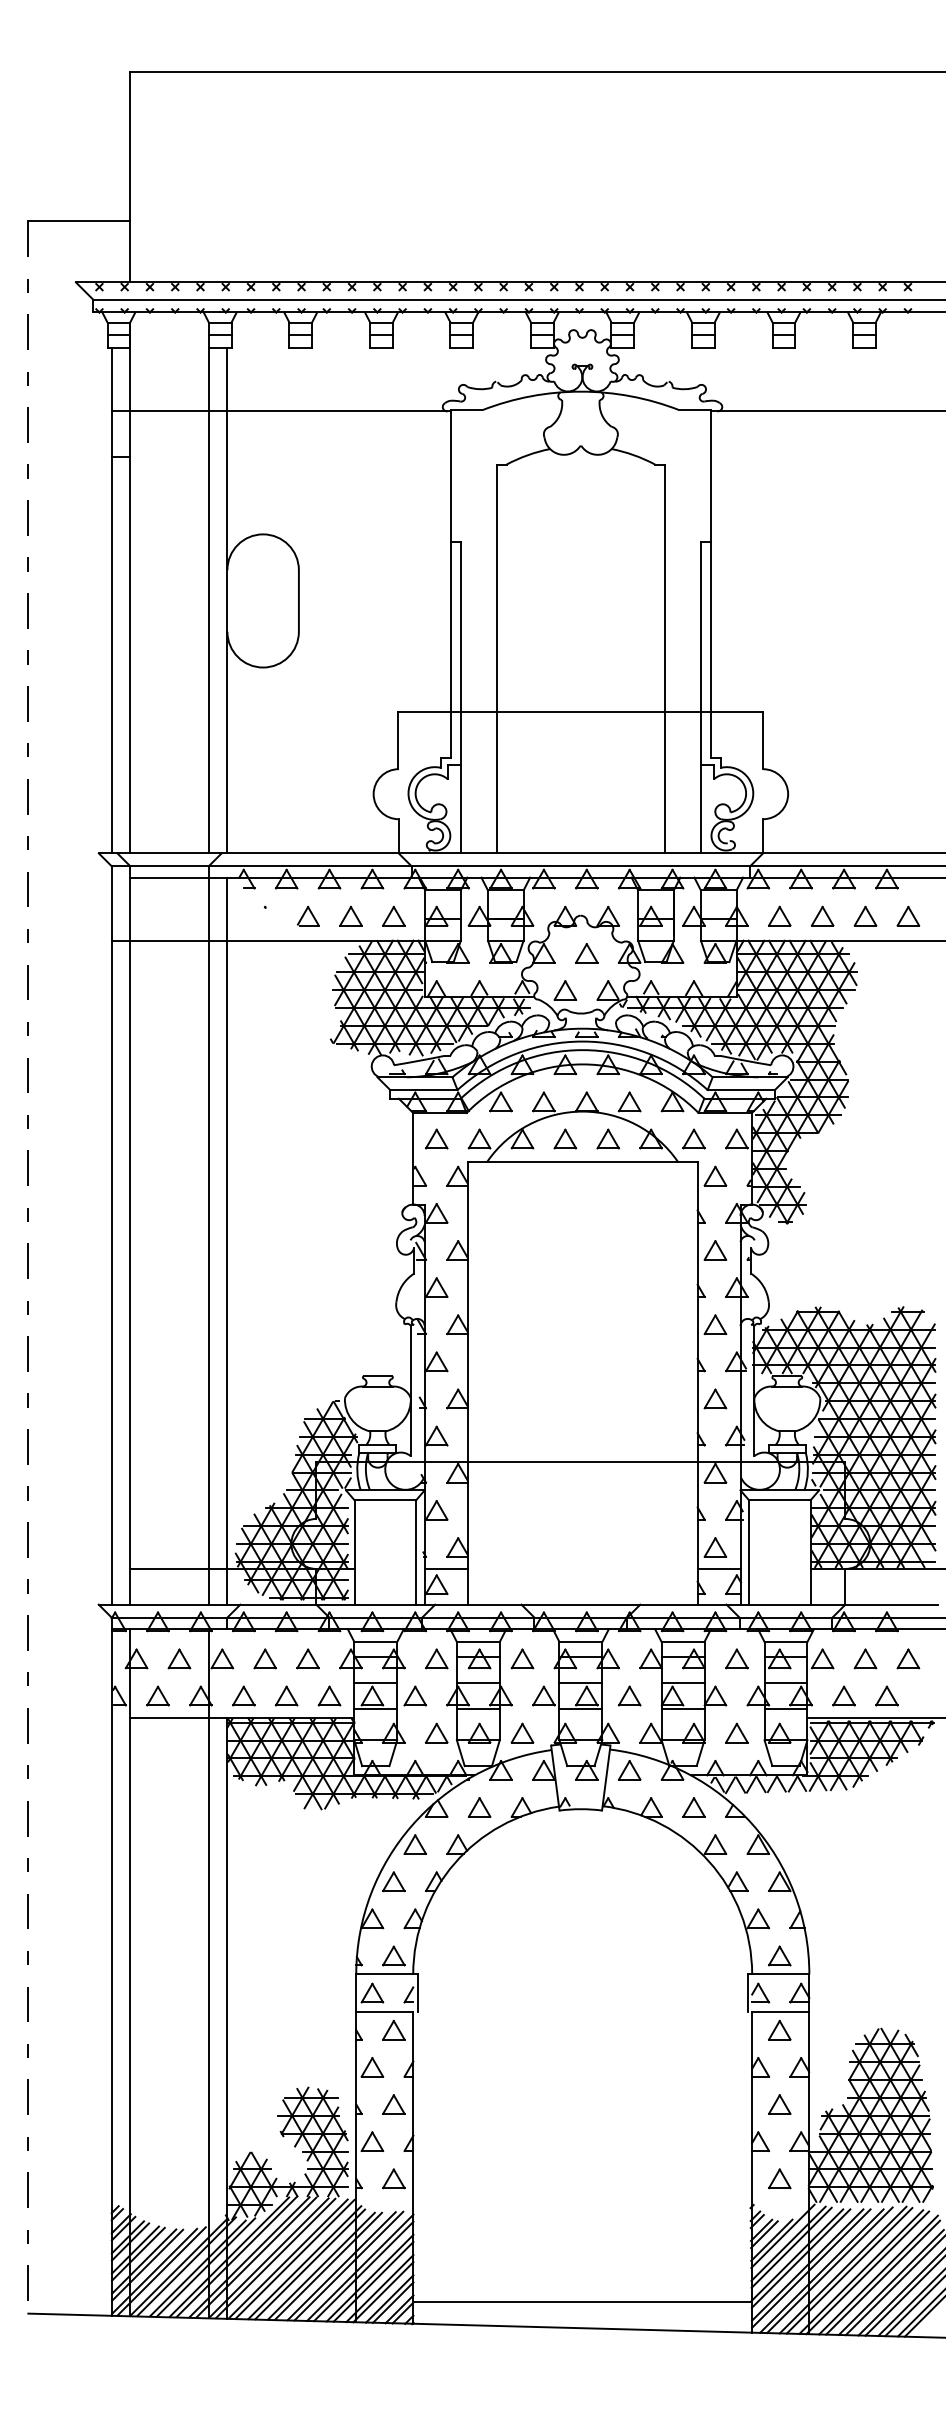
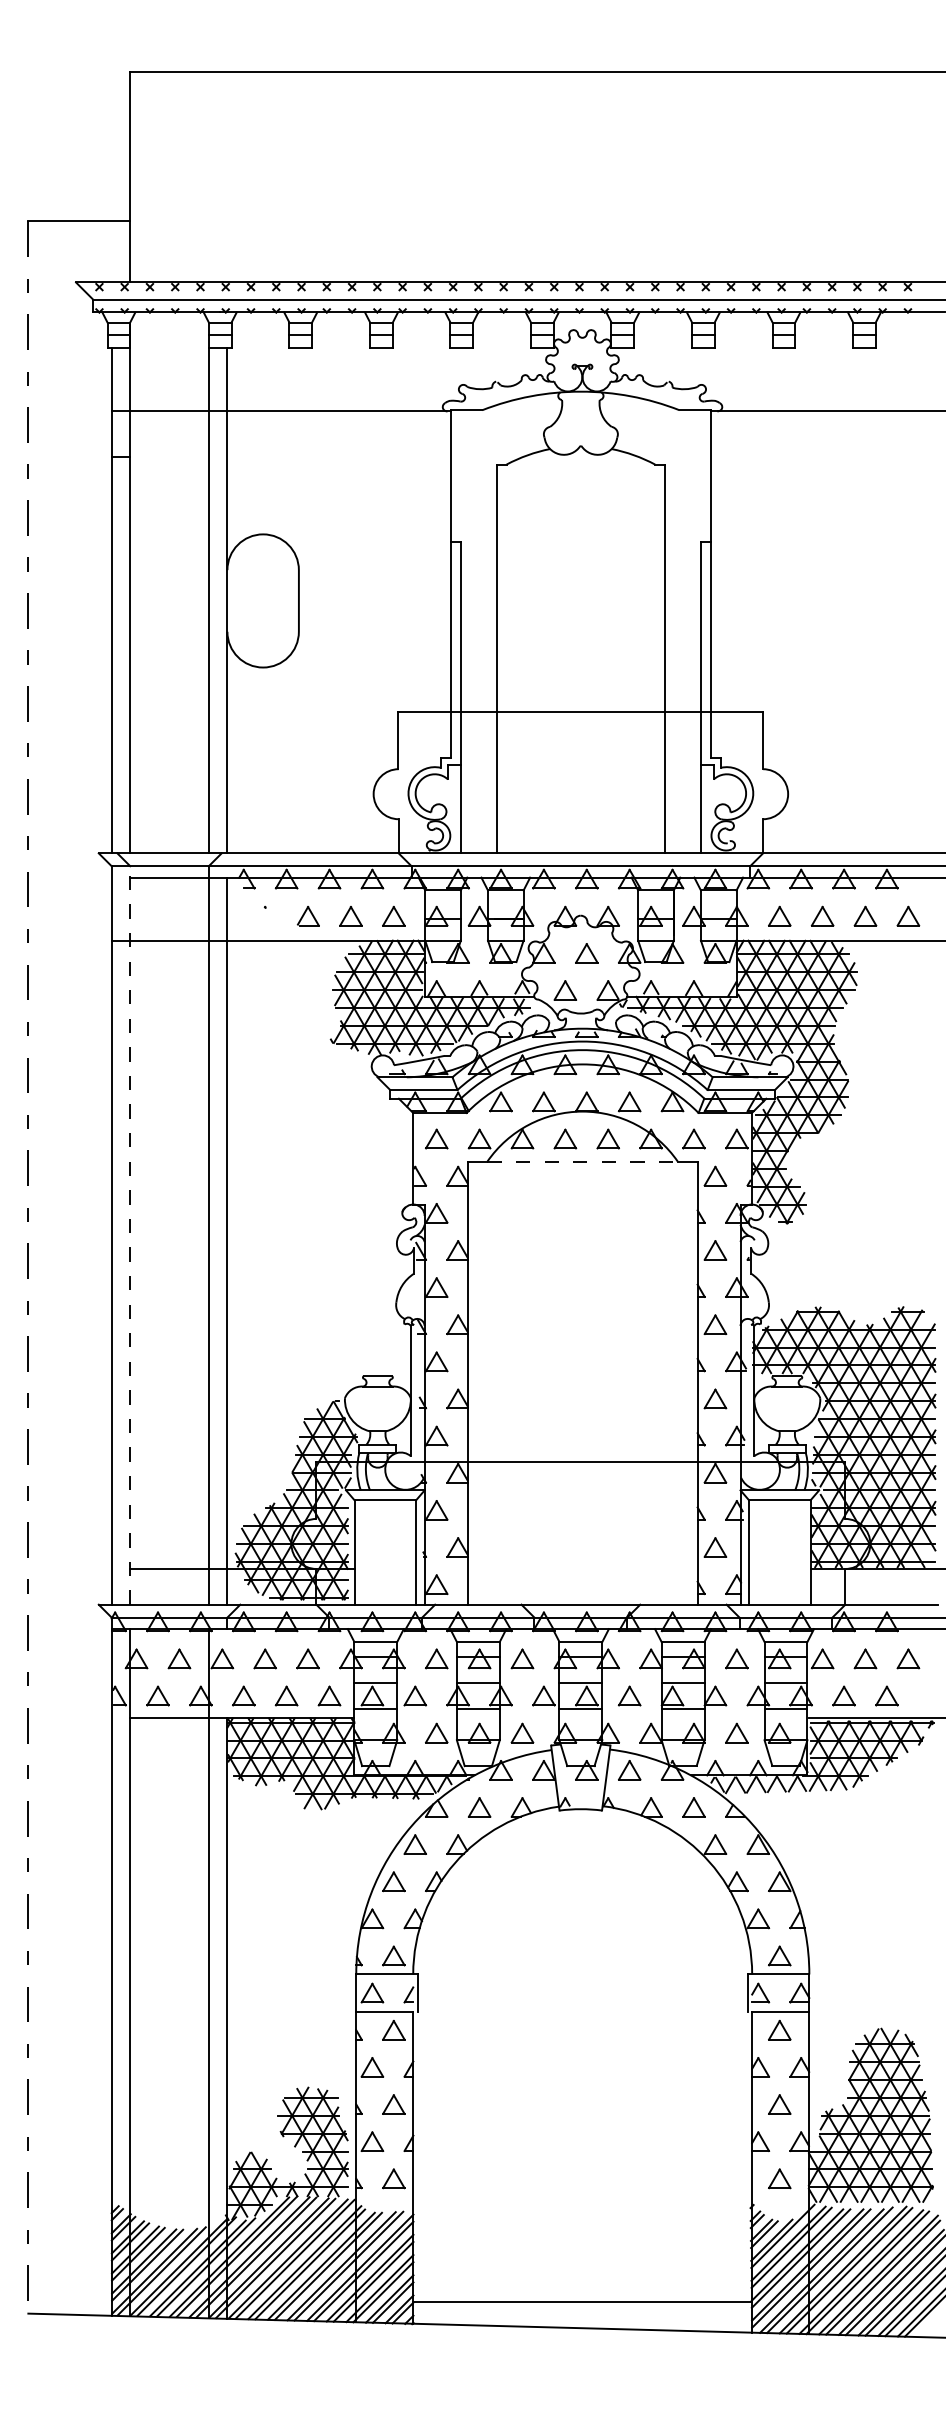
line at (583, 1161): solid -> dashed
line at (130, 1234): solid -> dashed
line at (445, 1568): present -> none
line at (718, 1568): present -> none
